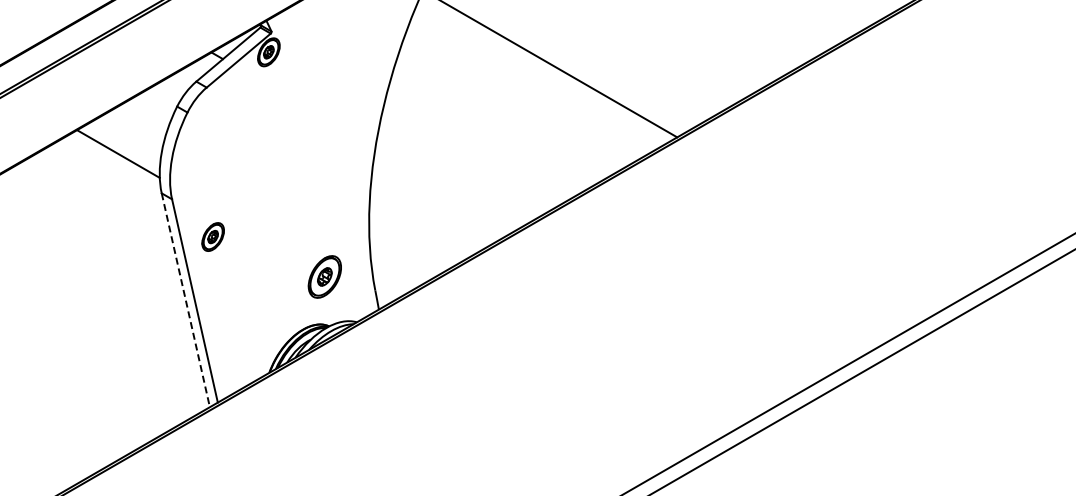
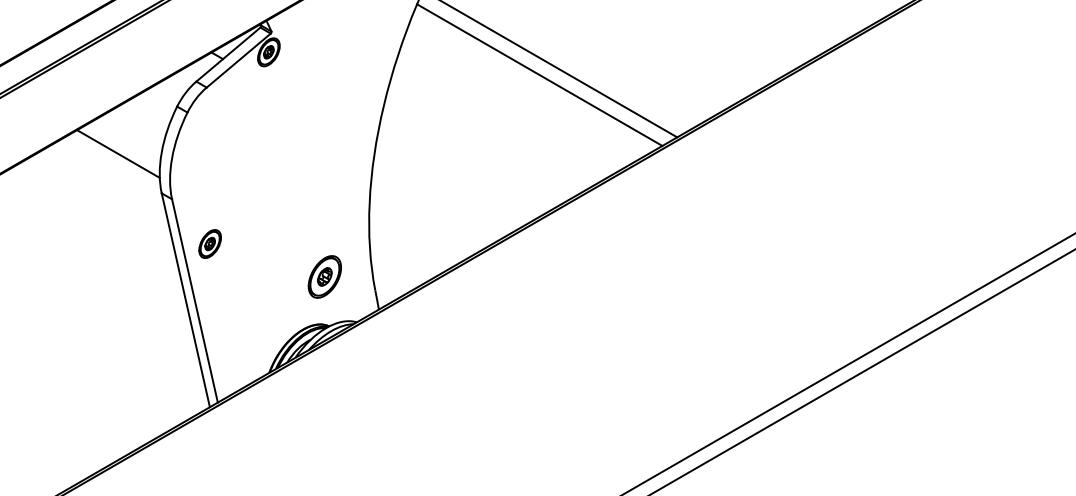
line at (539, 74): none -> present
part at (212, 236) position: (212, 236) -> (209, 243)
line at (185, 300): dashed -> solid
